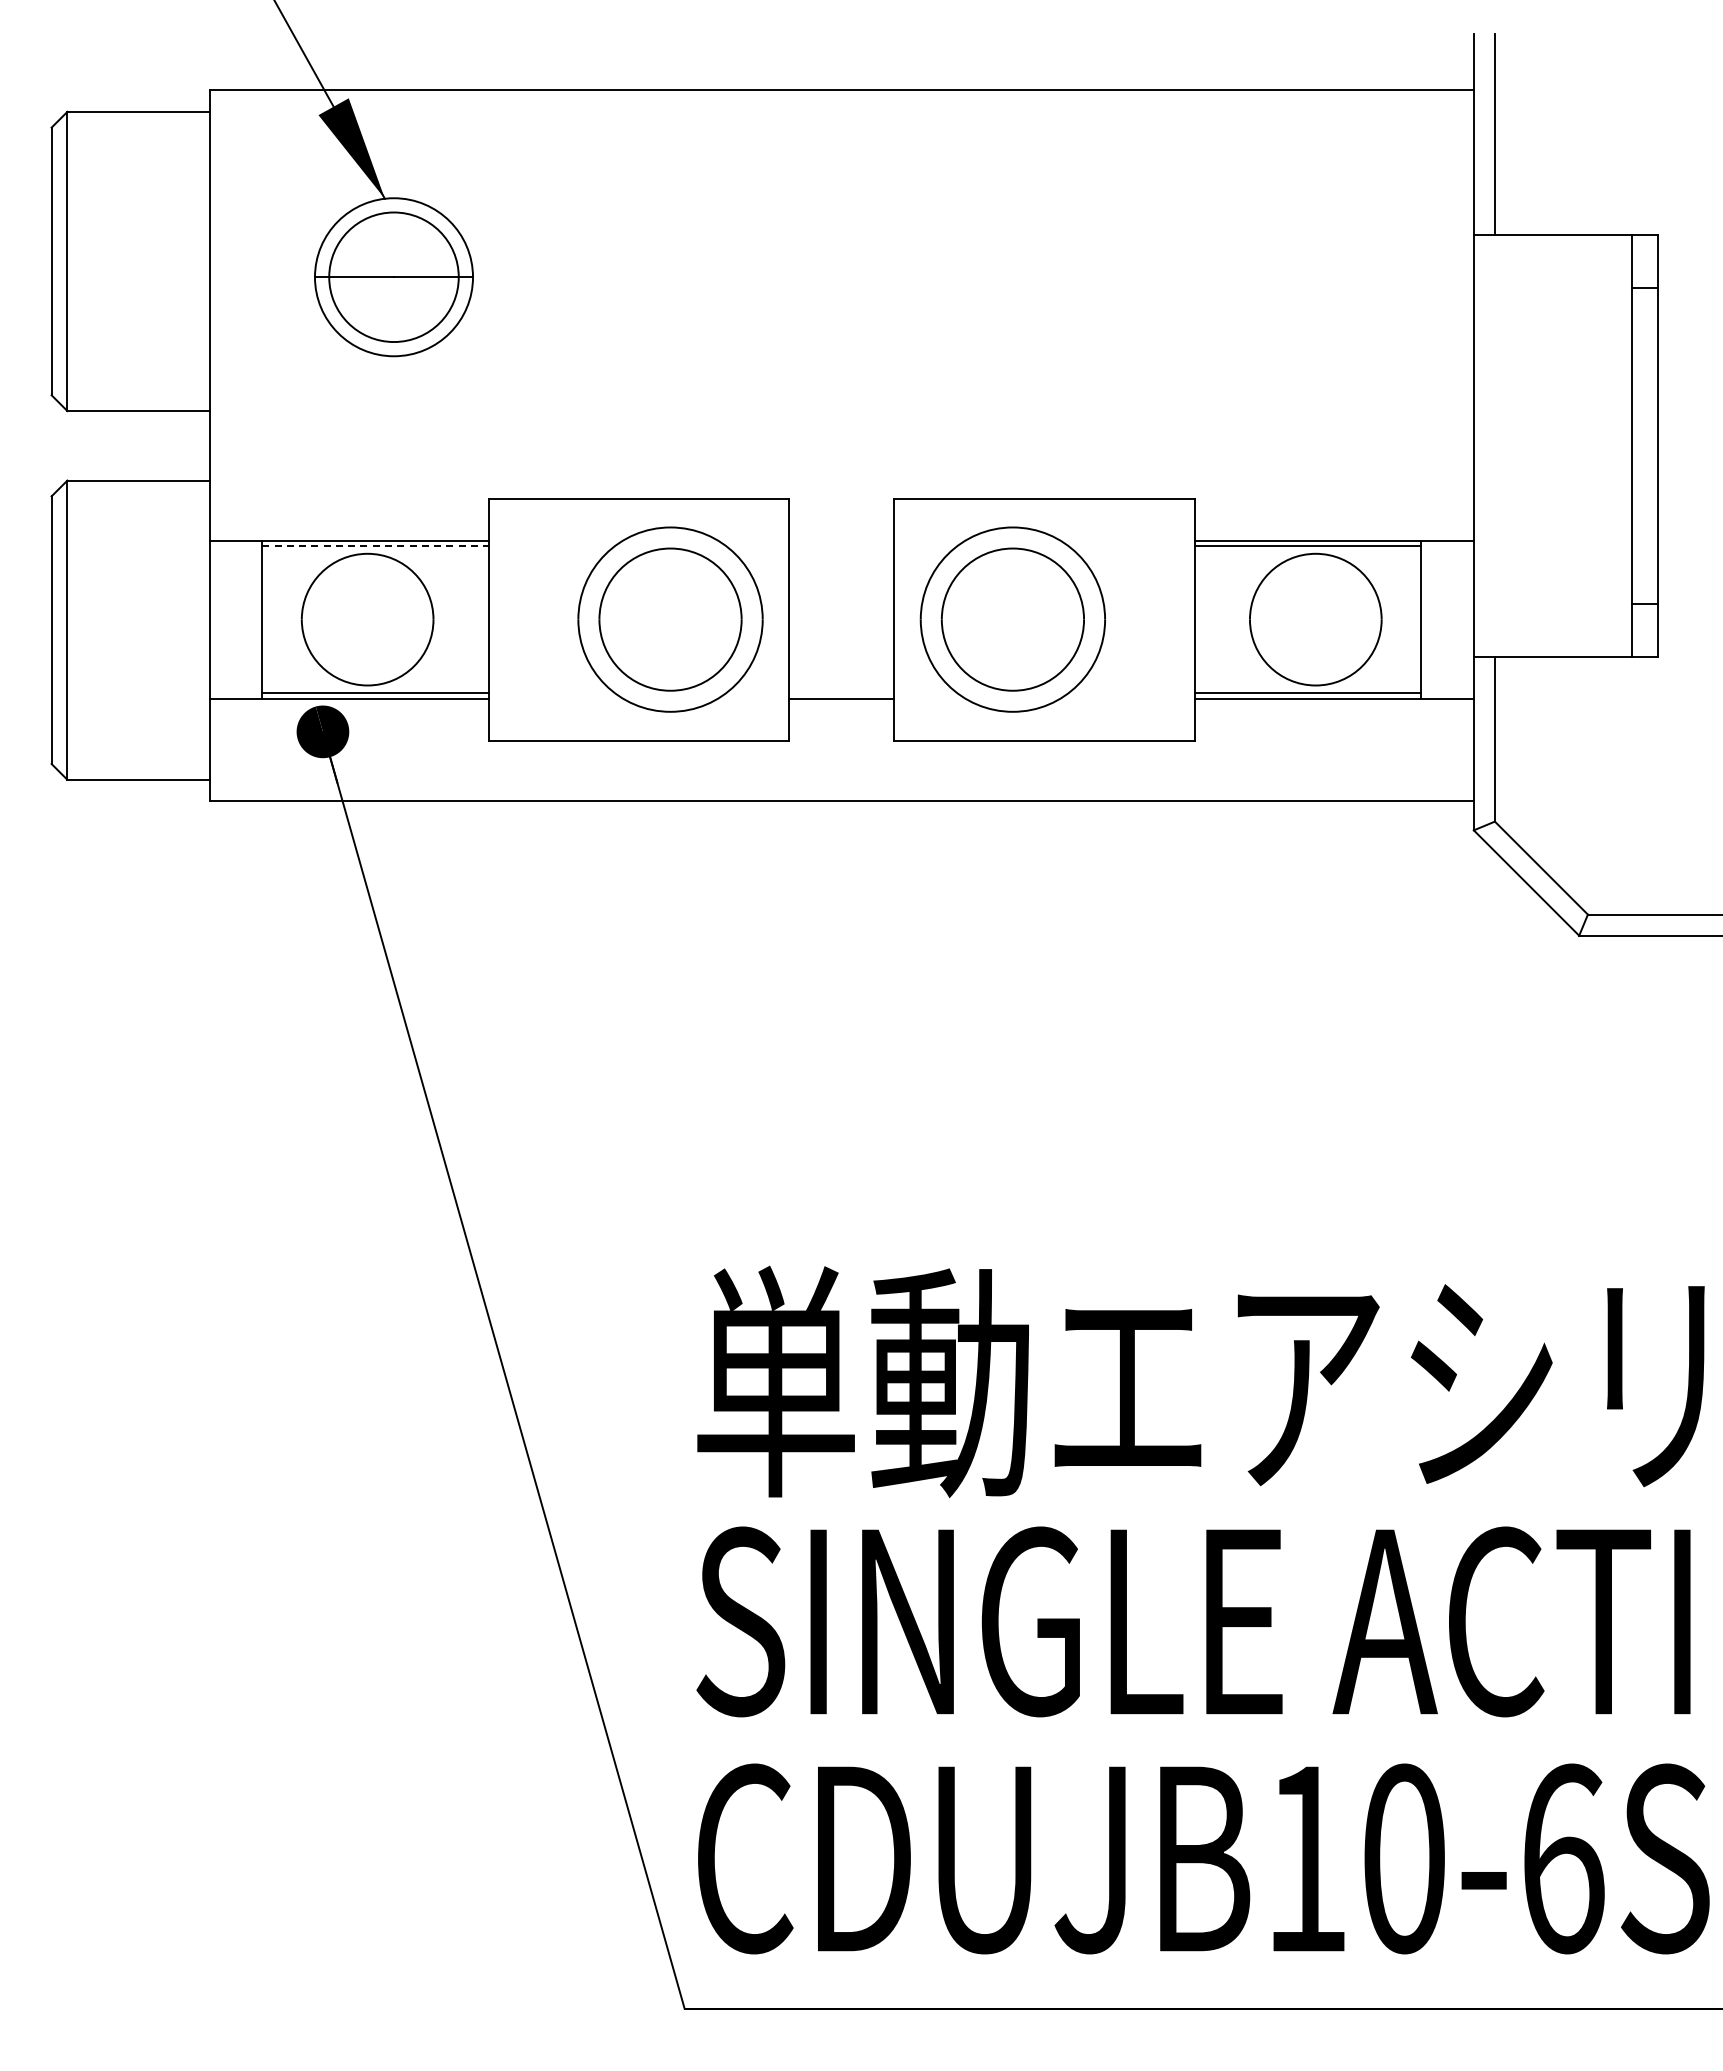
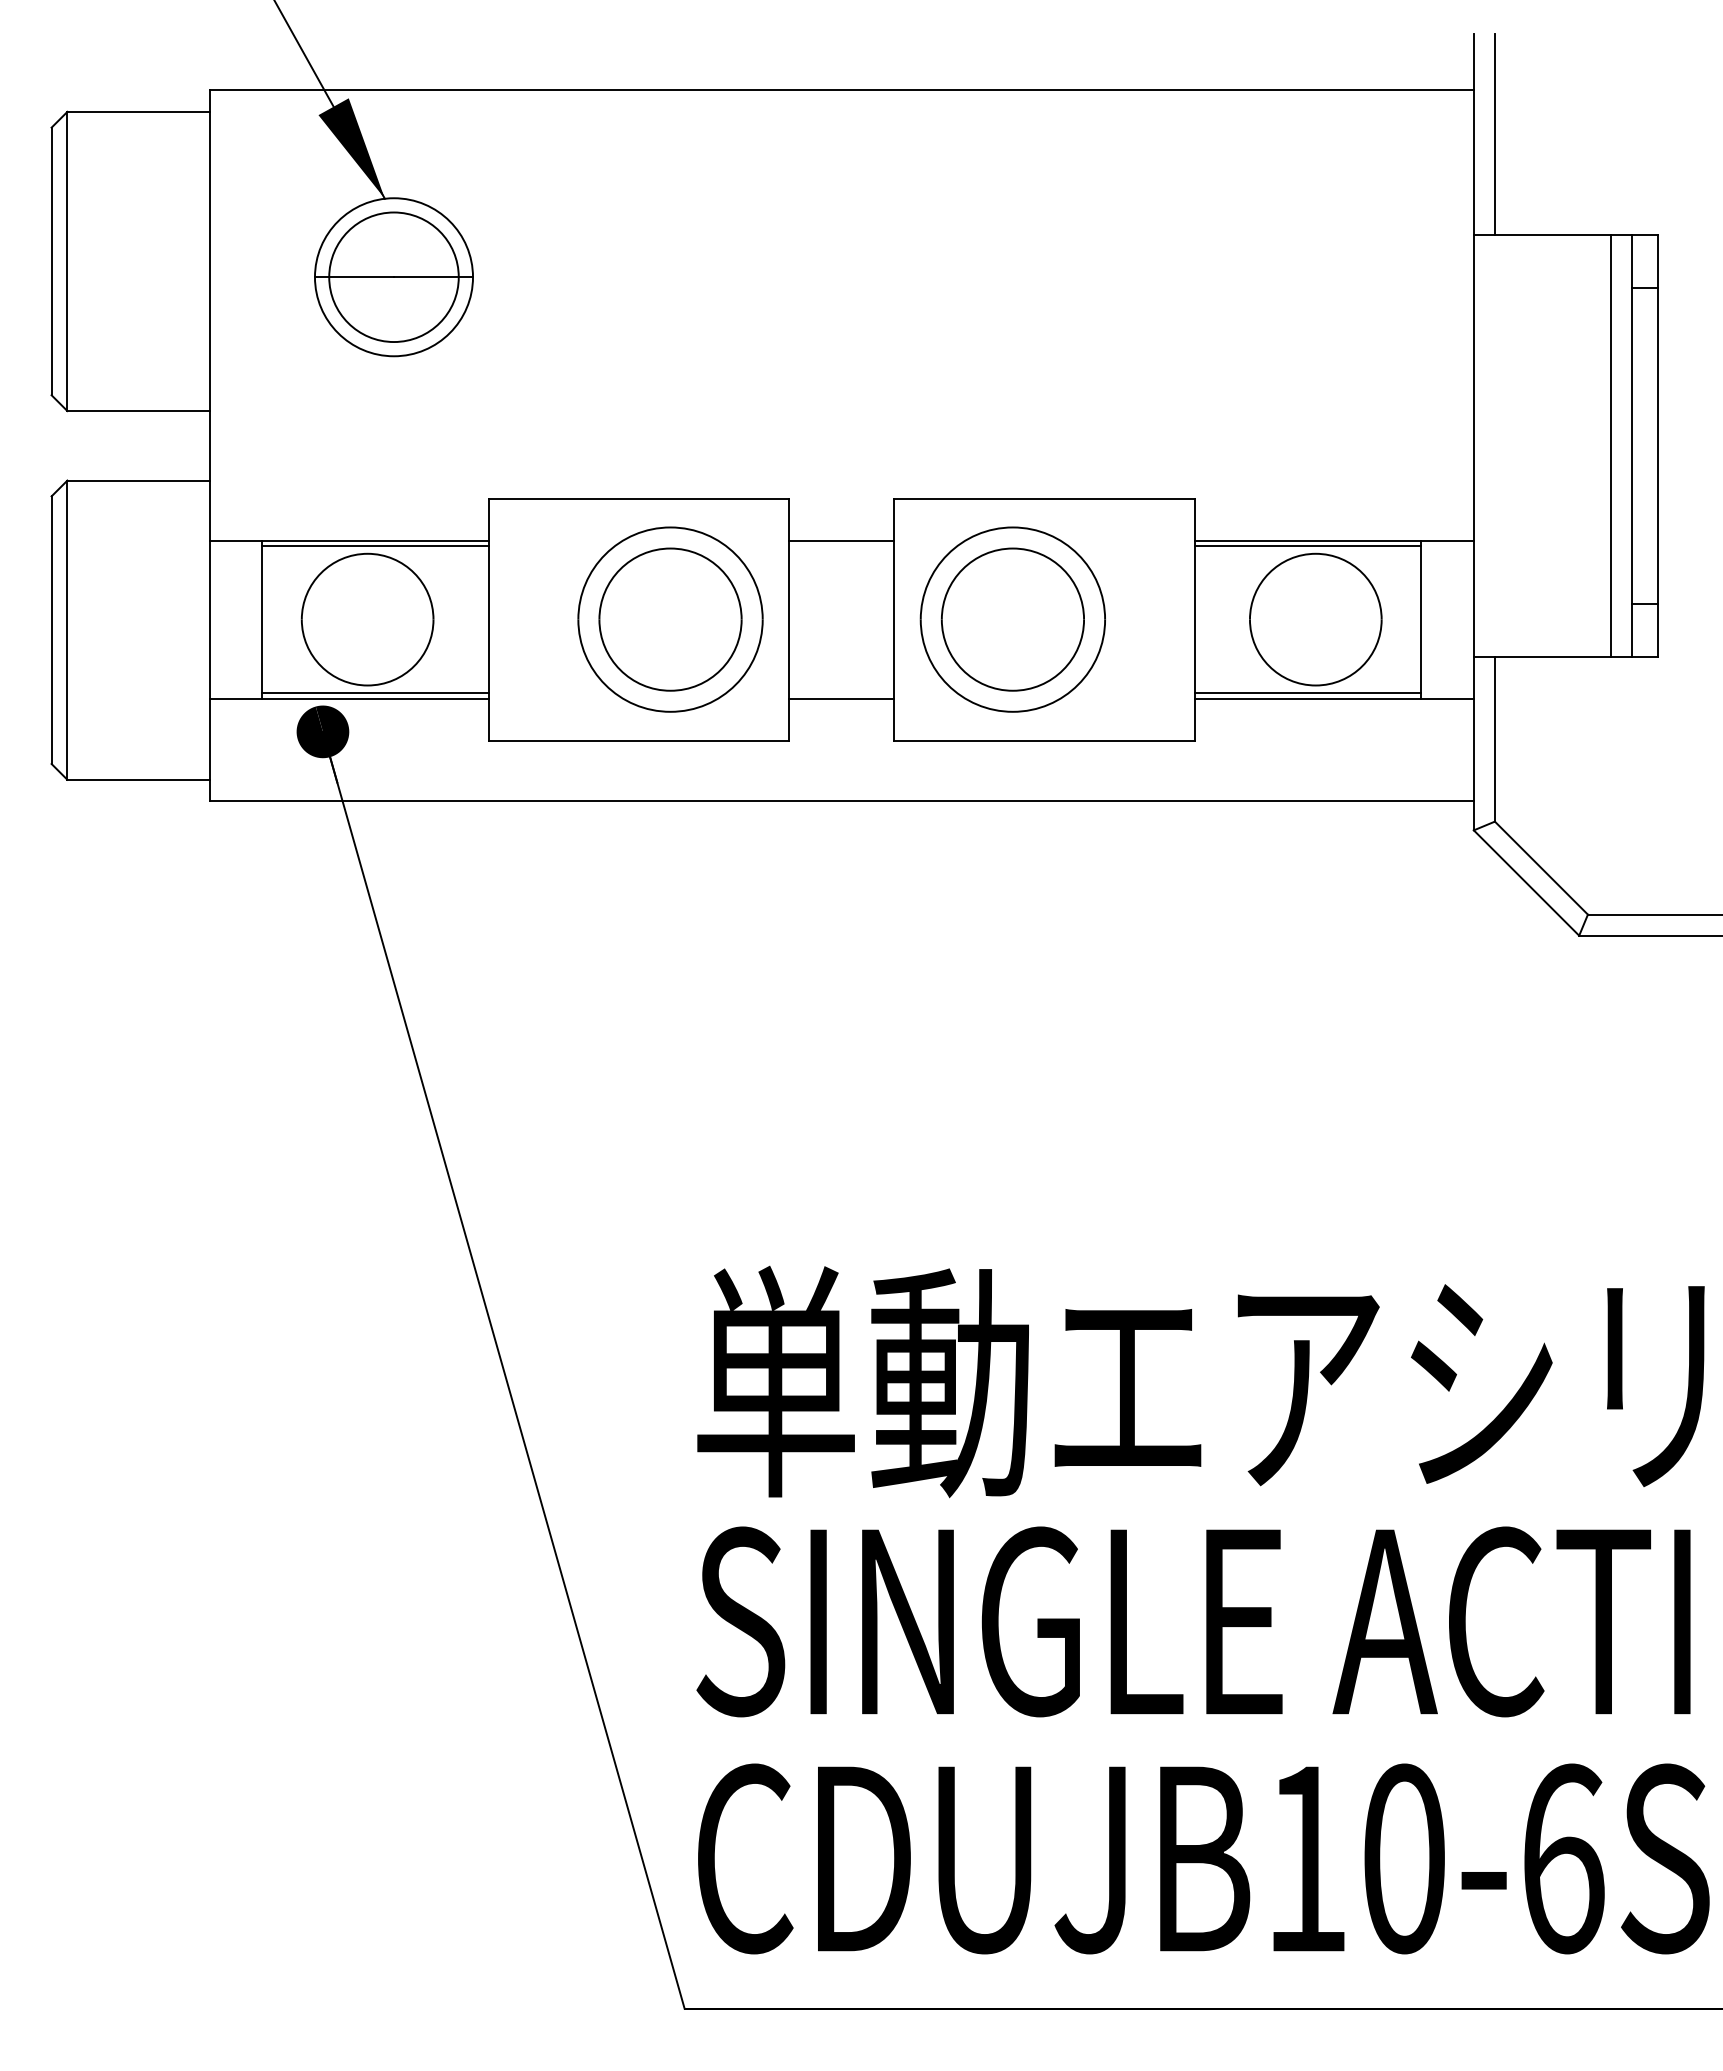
line at (1610, 445): none -> present
line at (841, 540): none -> present
line at (376, 545): dashed -> solid
